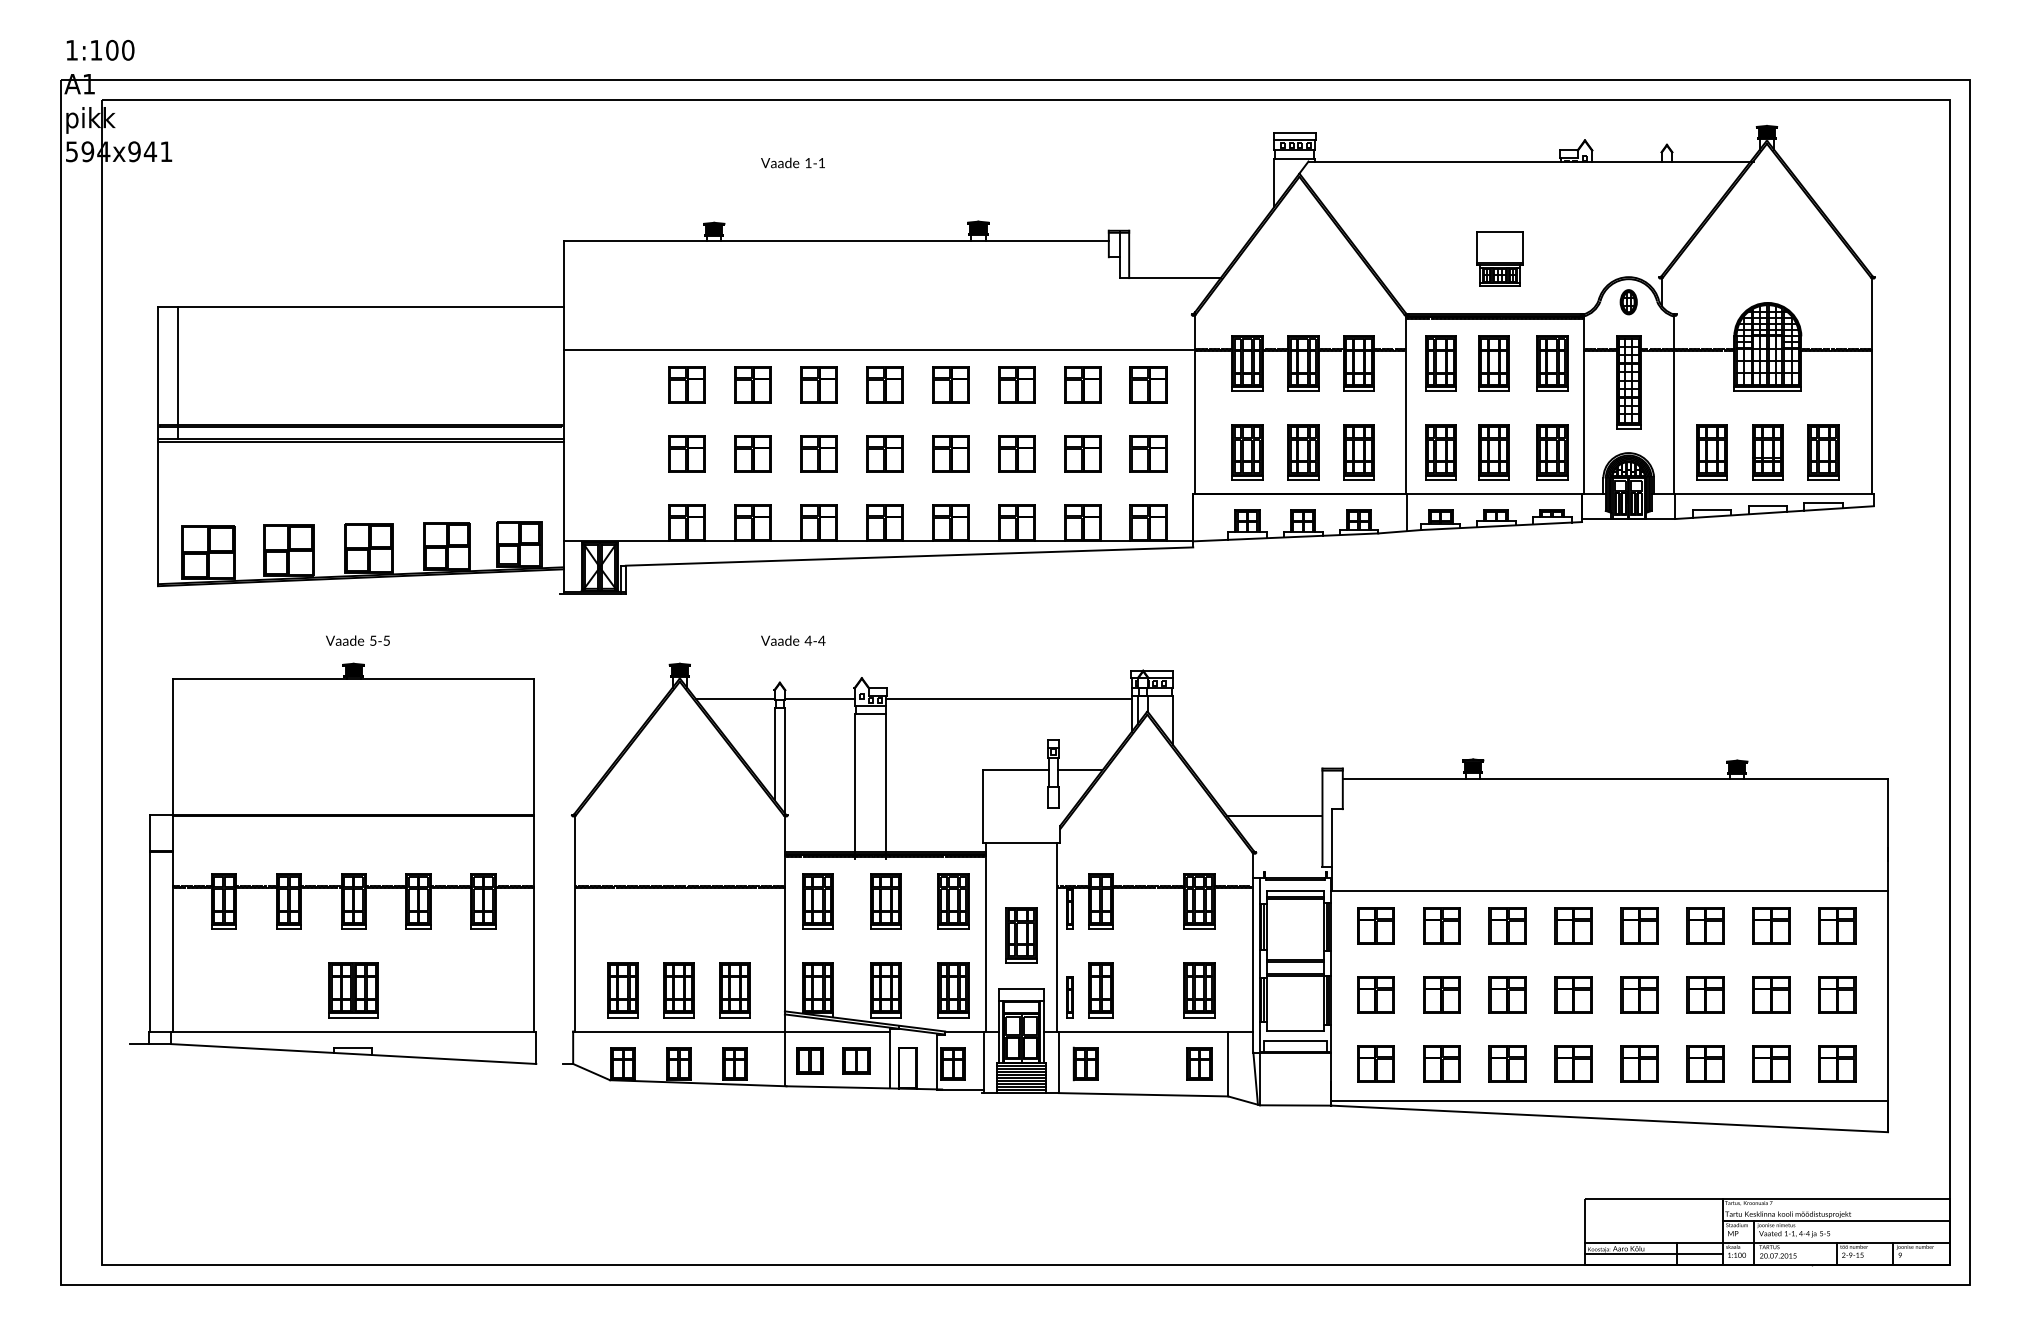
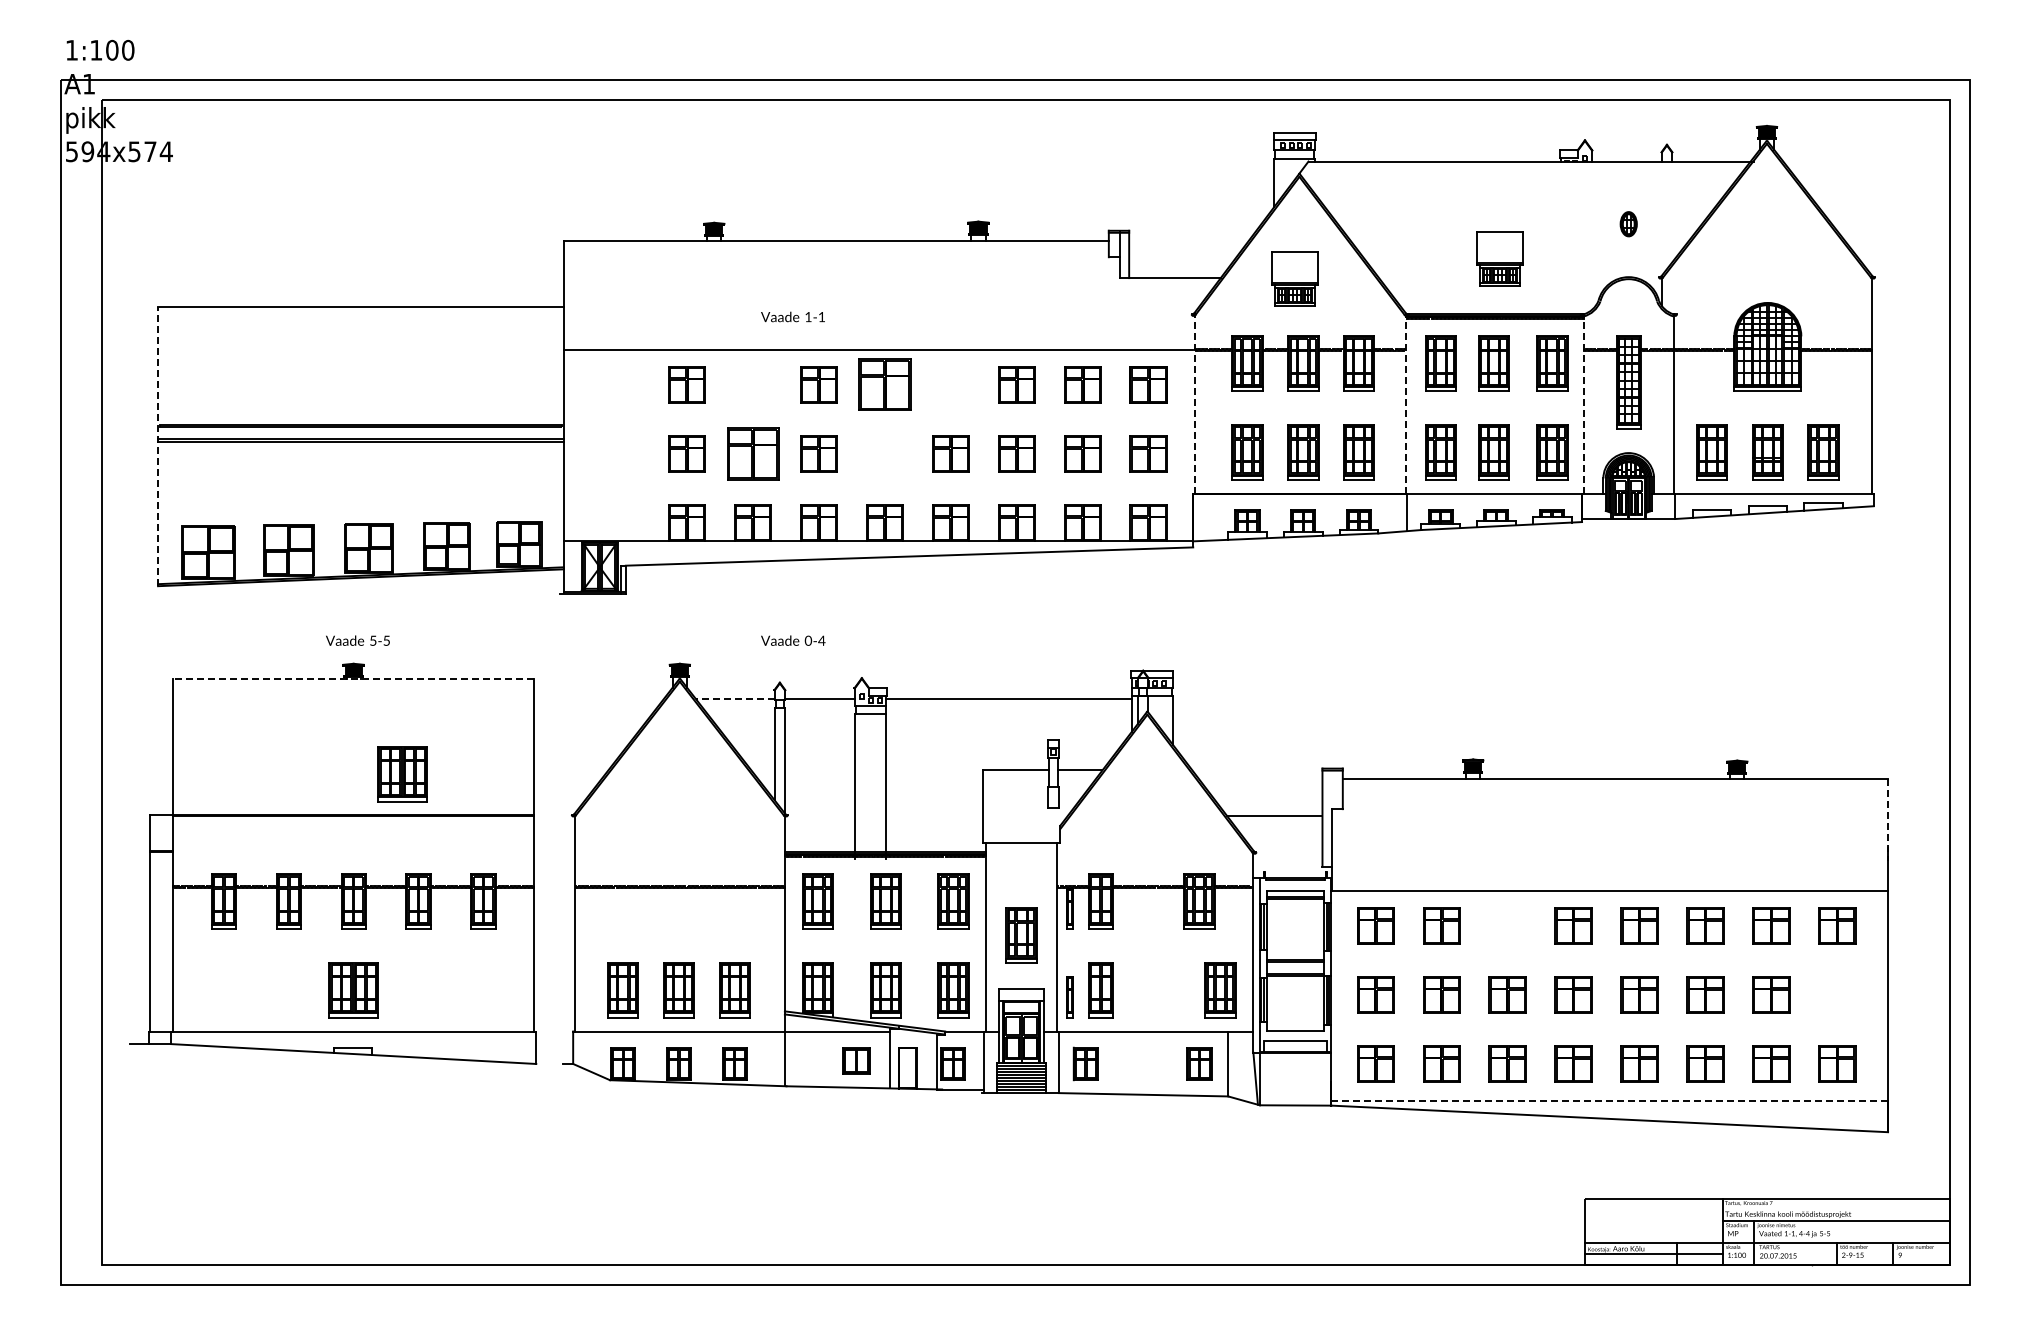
text at (150, 151): 594x941 -> 594x574
text at (792, 162) position: (792, 162) -> (792, 316)
part at (1294, 278): none -> present
part at (1628, 302) position: (1628, 302) -> (1628, 224)
line at (178, 372): present -> none
part at (752, 384): present -> none
part at (884, 384) size: 38x38 px -> 54x53 px
part at (950, 384): present -> none
line at (1194, 402): solid -> dashed
line at (1405, 404): solid -> dashed
line at (1583, 404): solid -> dashed
line at (158, 446): solid -> dashed
part at (752, 453) size: 38x38 px -> 53x54 px
part at (884, 453): present -> none
text at (808, 640): 4-4 -> 0-4
line at (353, 679): solid -> dashed
line at (735, 699): solid -> dashed
part at (402, 774): none -> present
line at (1888, 820): solid -> dashed
part at (1507, 925): present -> none
part at (1199, 990) position: (1199, 990) -> (1220, 990)
part at (1837, 994): present -> none
part at (809, 1060): present -> none
line at (1610, 1100): solid -> dashed
